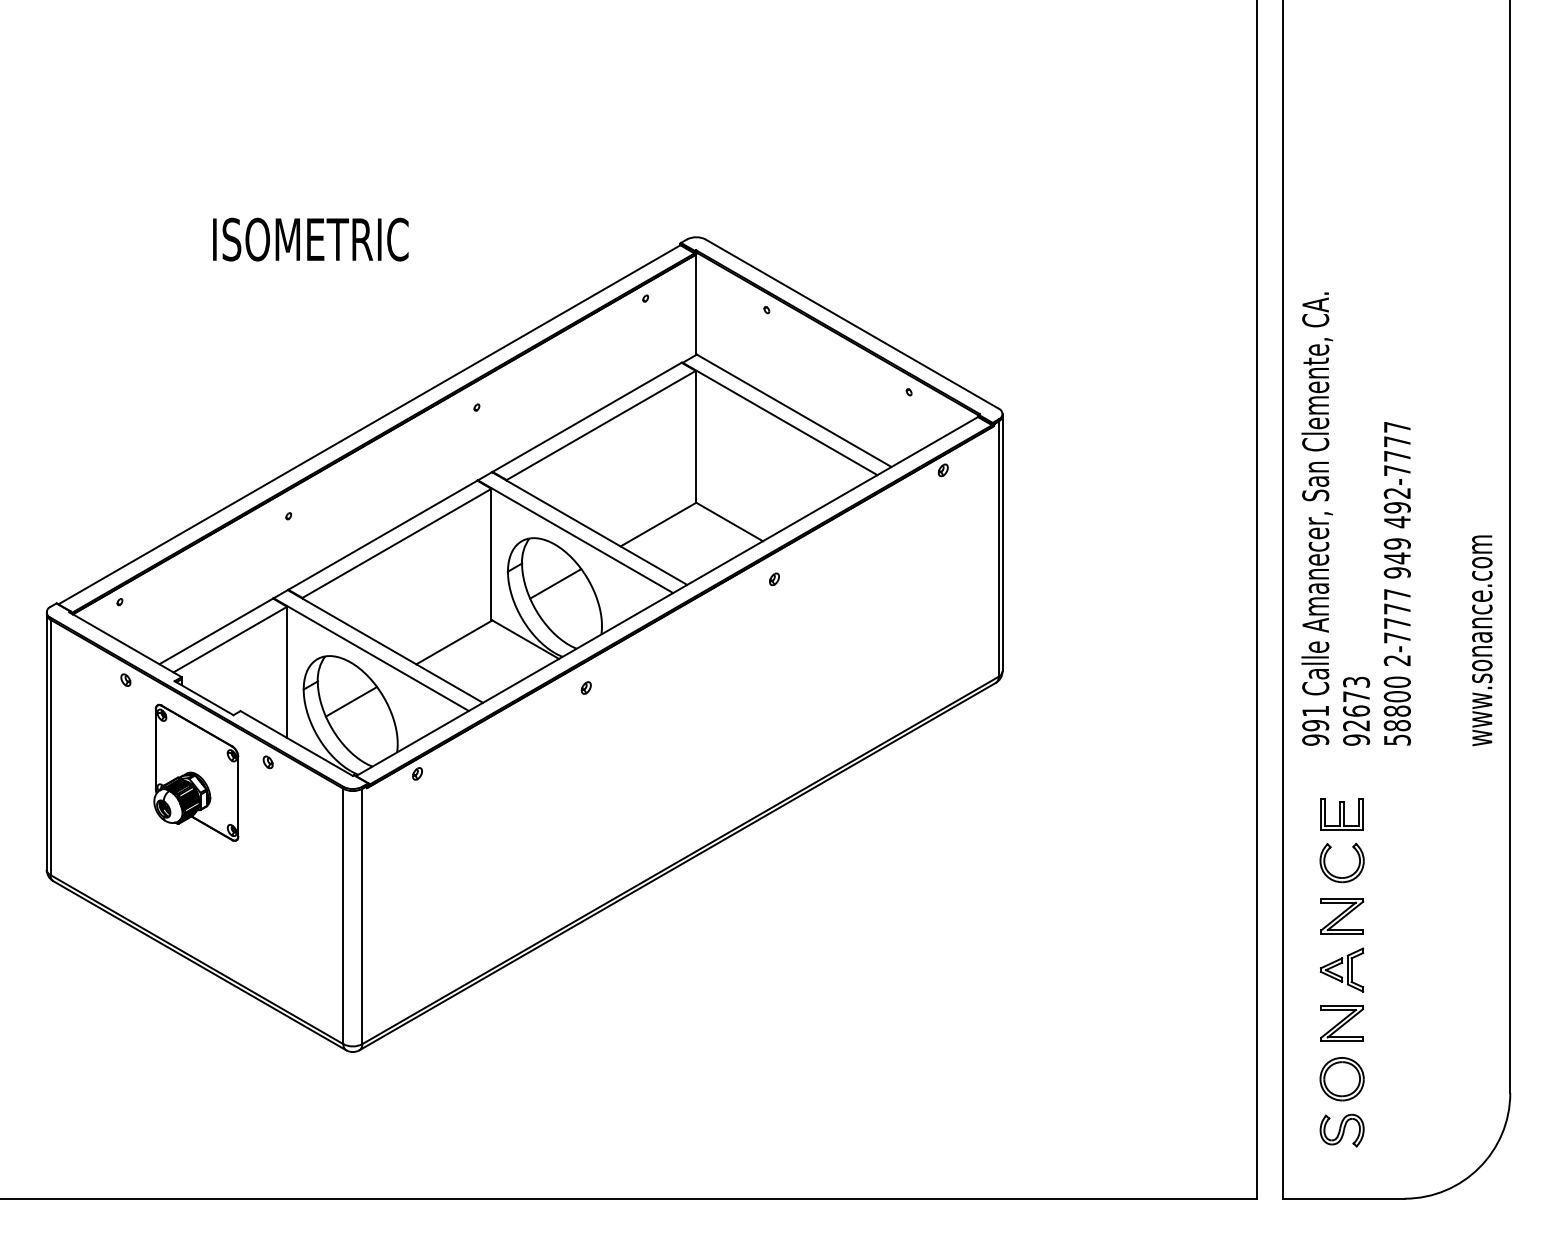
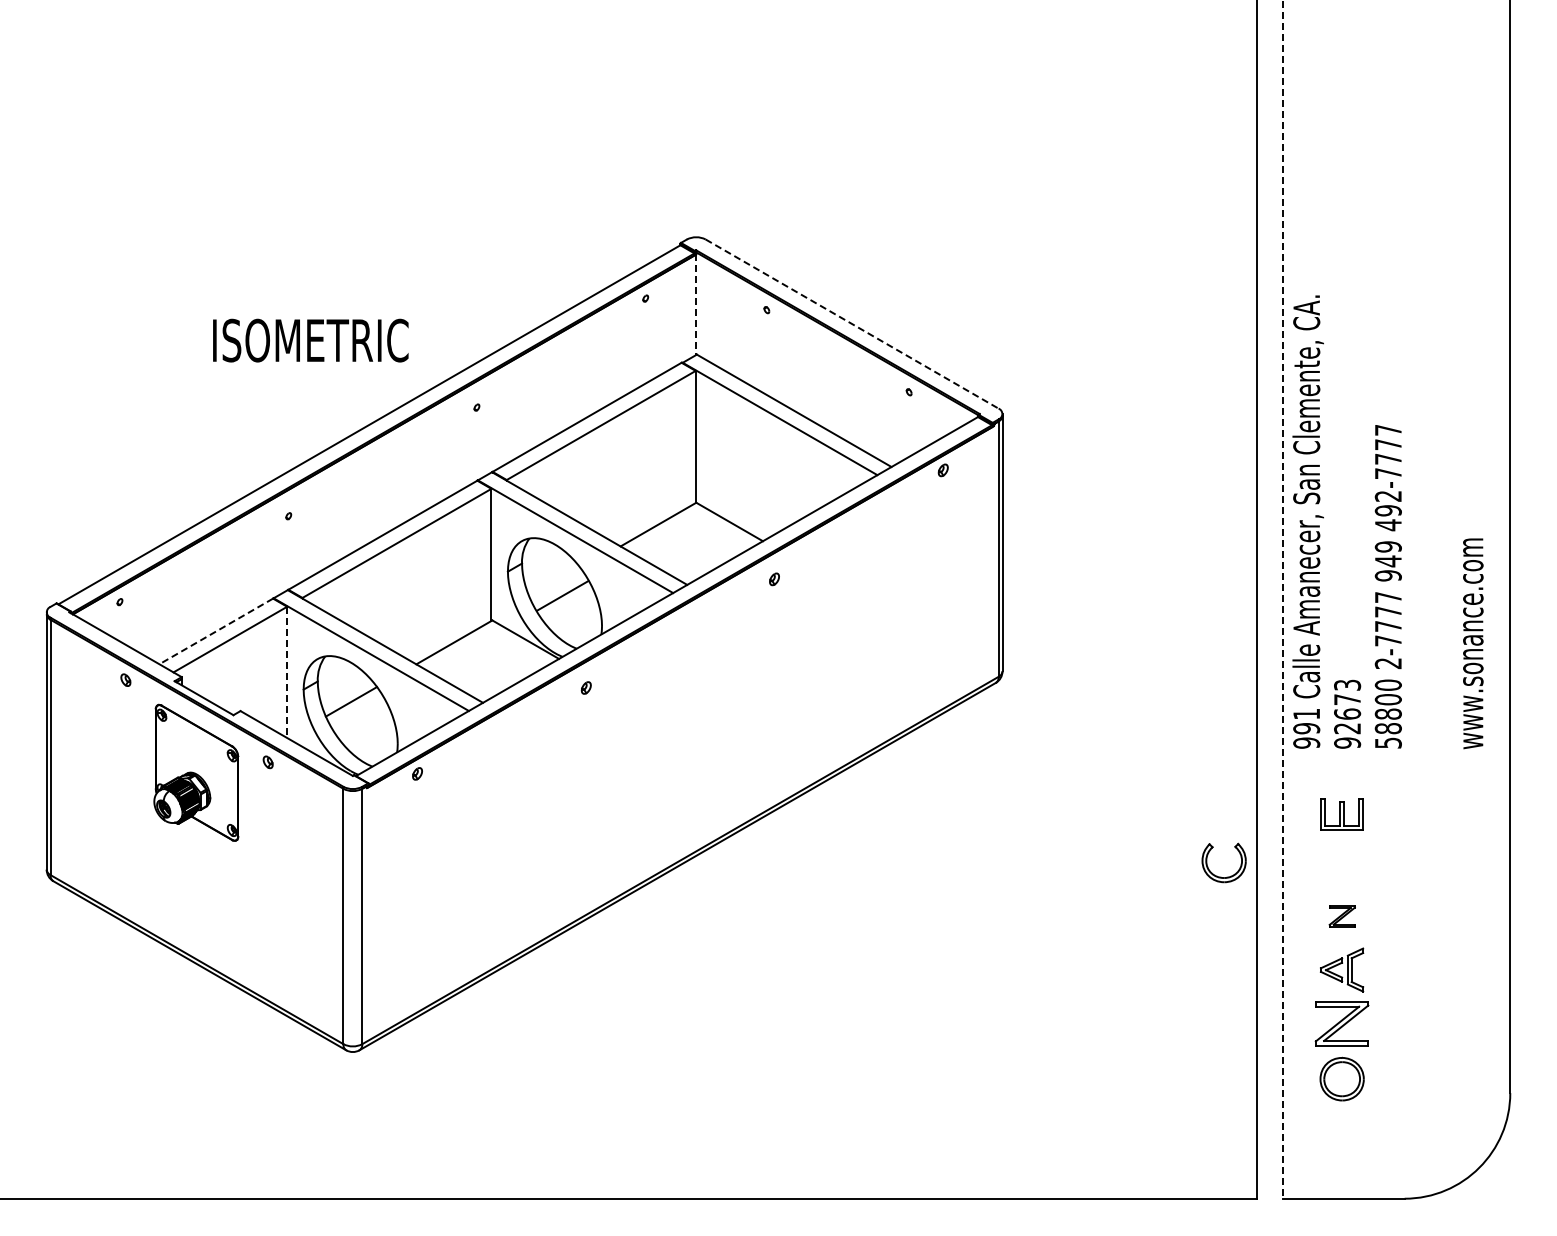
text at (310, 239) position: (310, 239) -> (310, 340)
line at (696, 304): solid -> dashed
line at (852, 324): solid -> dashed
text at (1396, 519) position: (1396, 519) -> (1387, 522)
line at (555, 583) position: (555, 583) -> (562, 595)
line at (1282, 599): solid -> dashed
line at (216, 631): solid -> dashed
line at (287, 672): solid -> dashed
part at (1339, 876) position: (1339, 876) -> (1221, 876)
part at (1342, 916) size: 45x37 px -> 28x23 px
part at (1342, 1023) size: 45x37 px -> 56x46 px
part at (1341, 1130): present -> none
